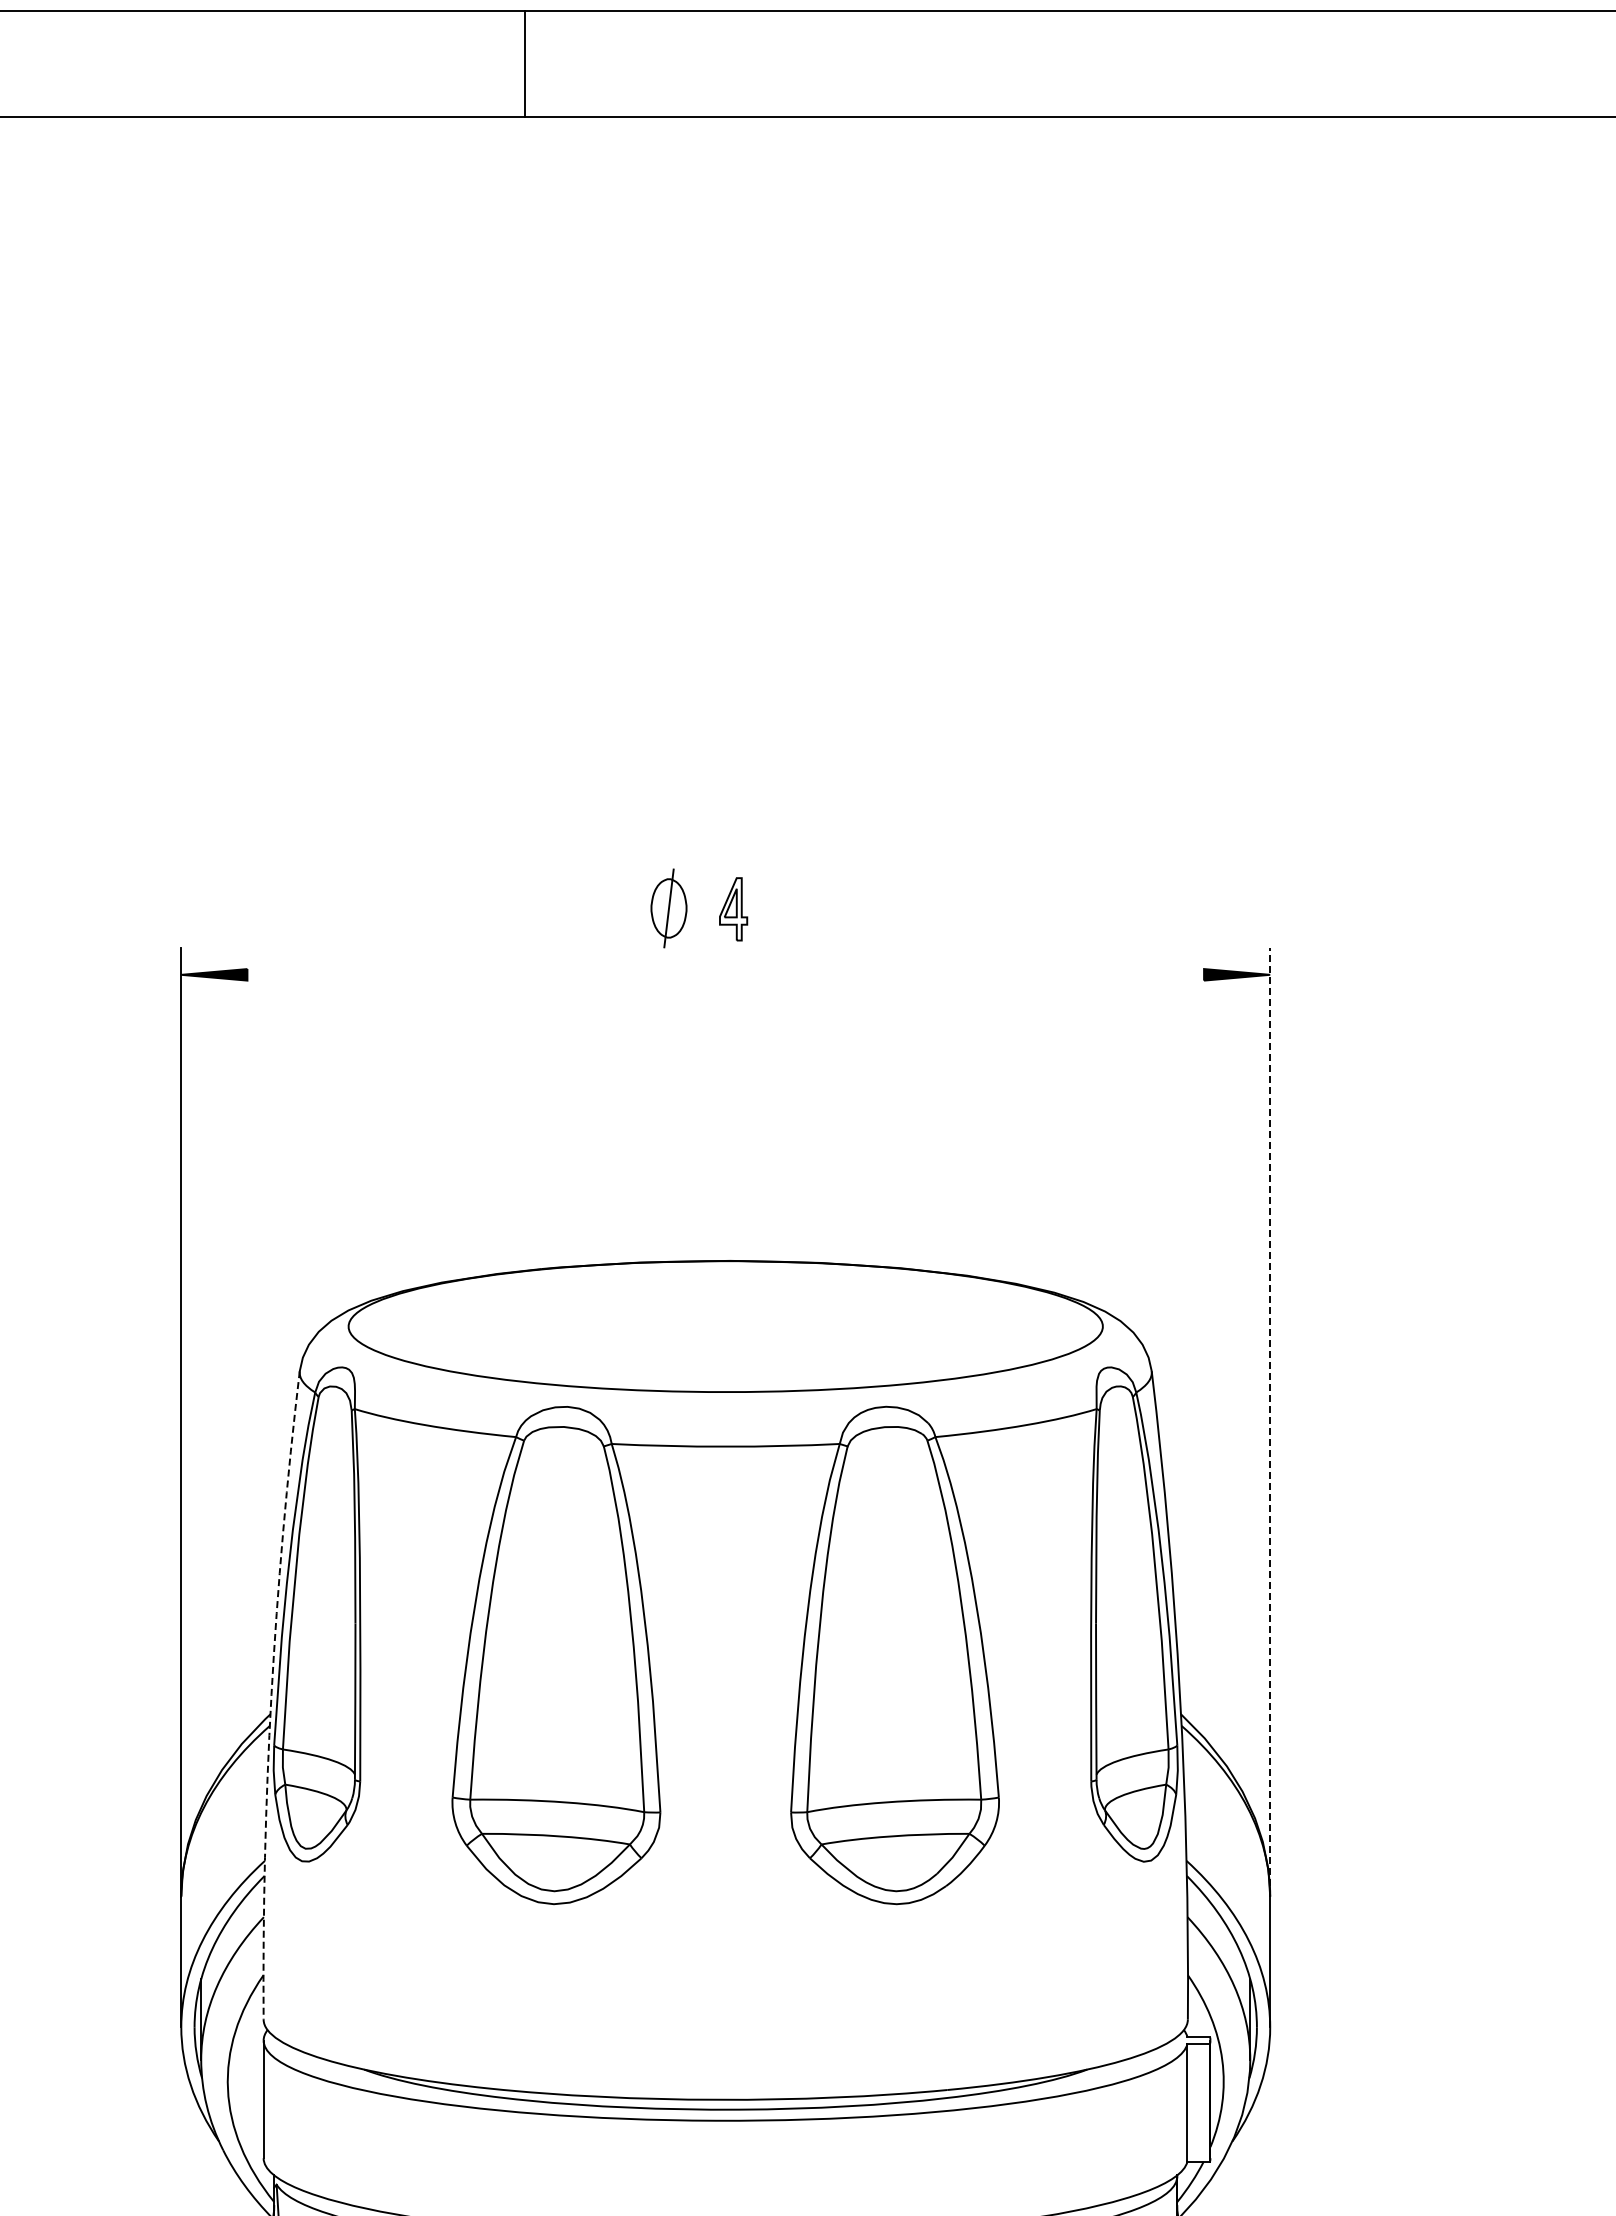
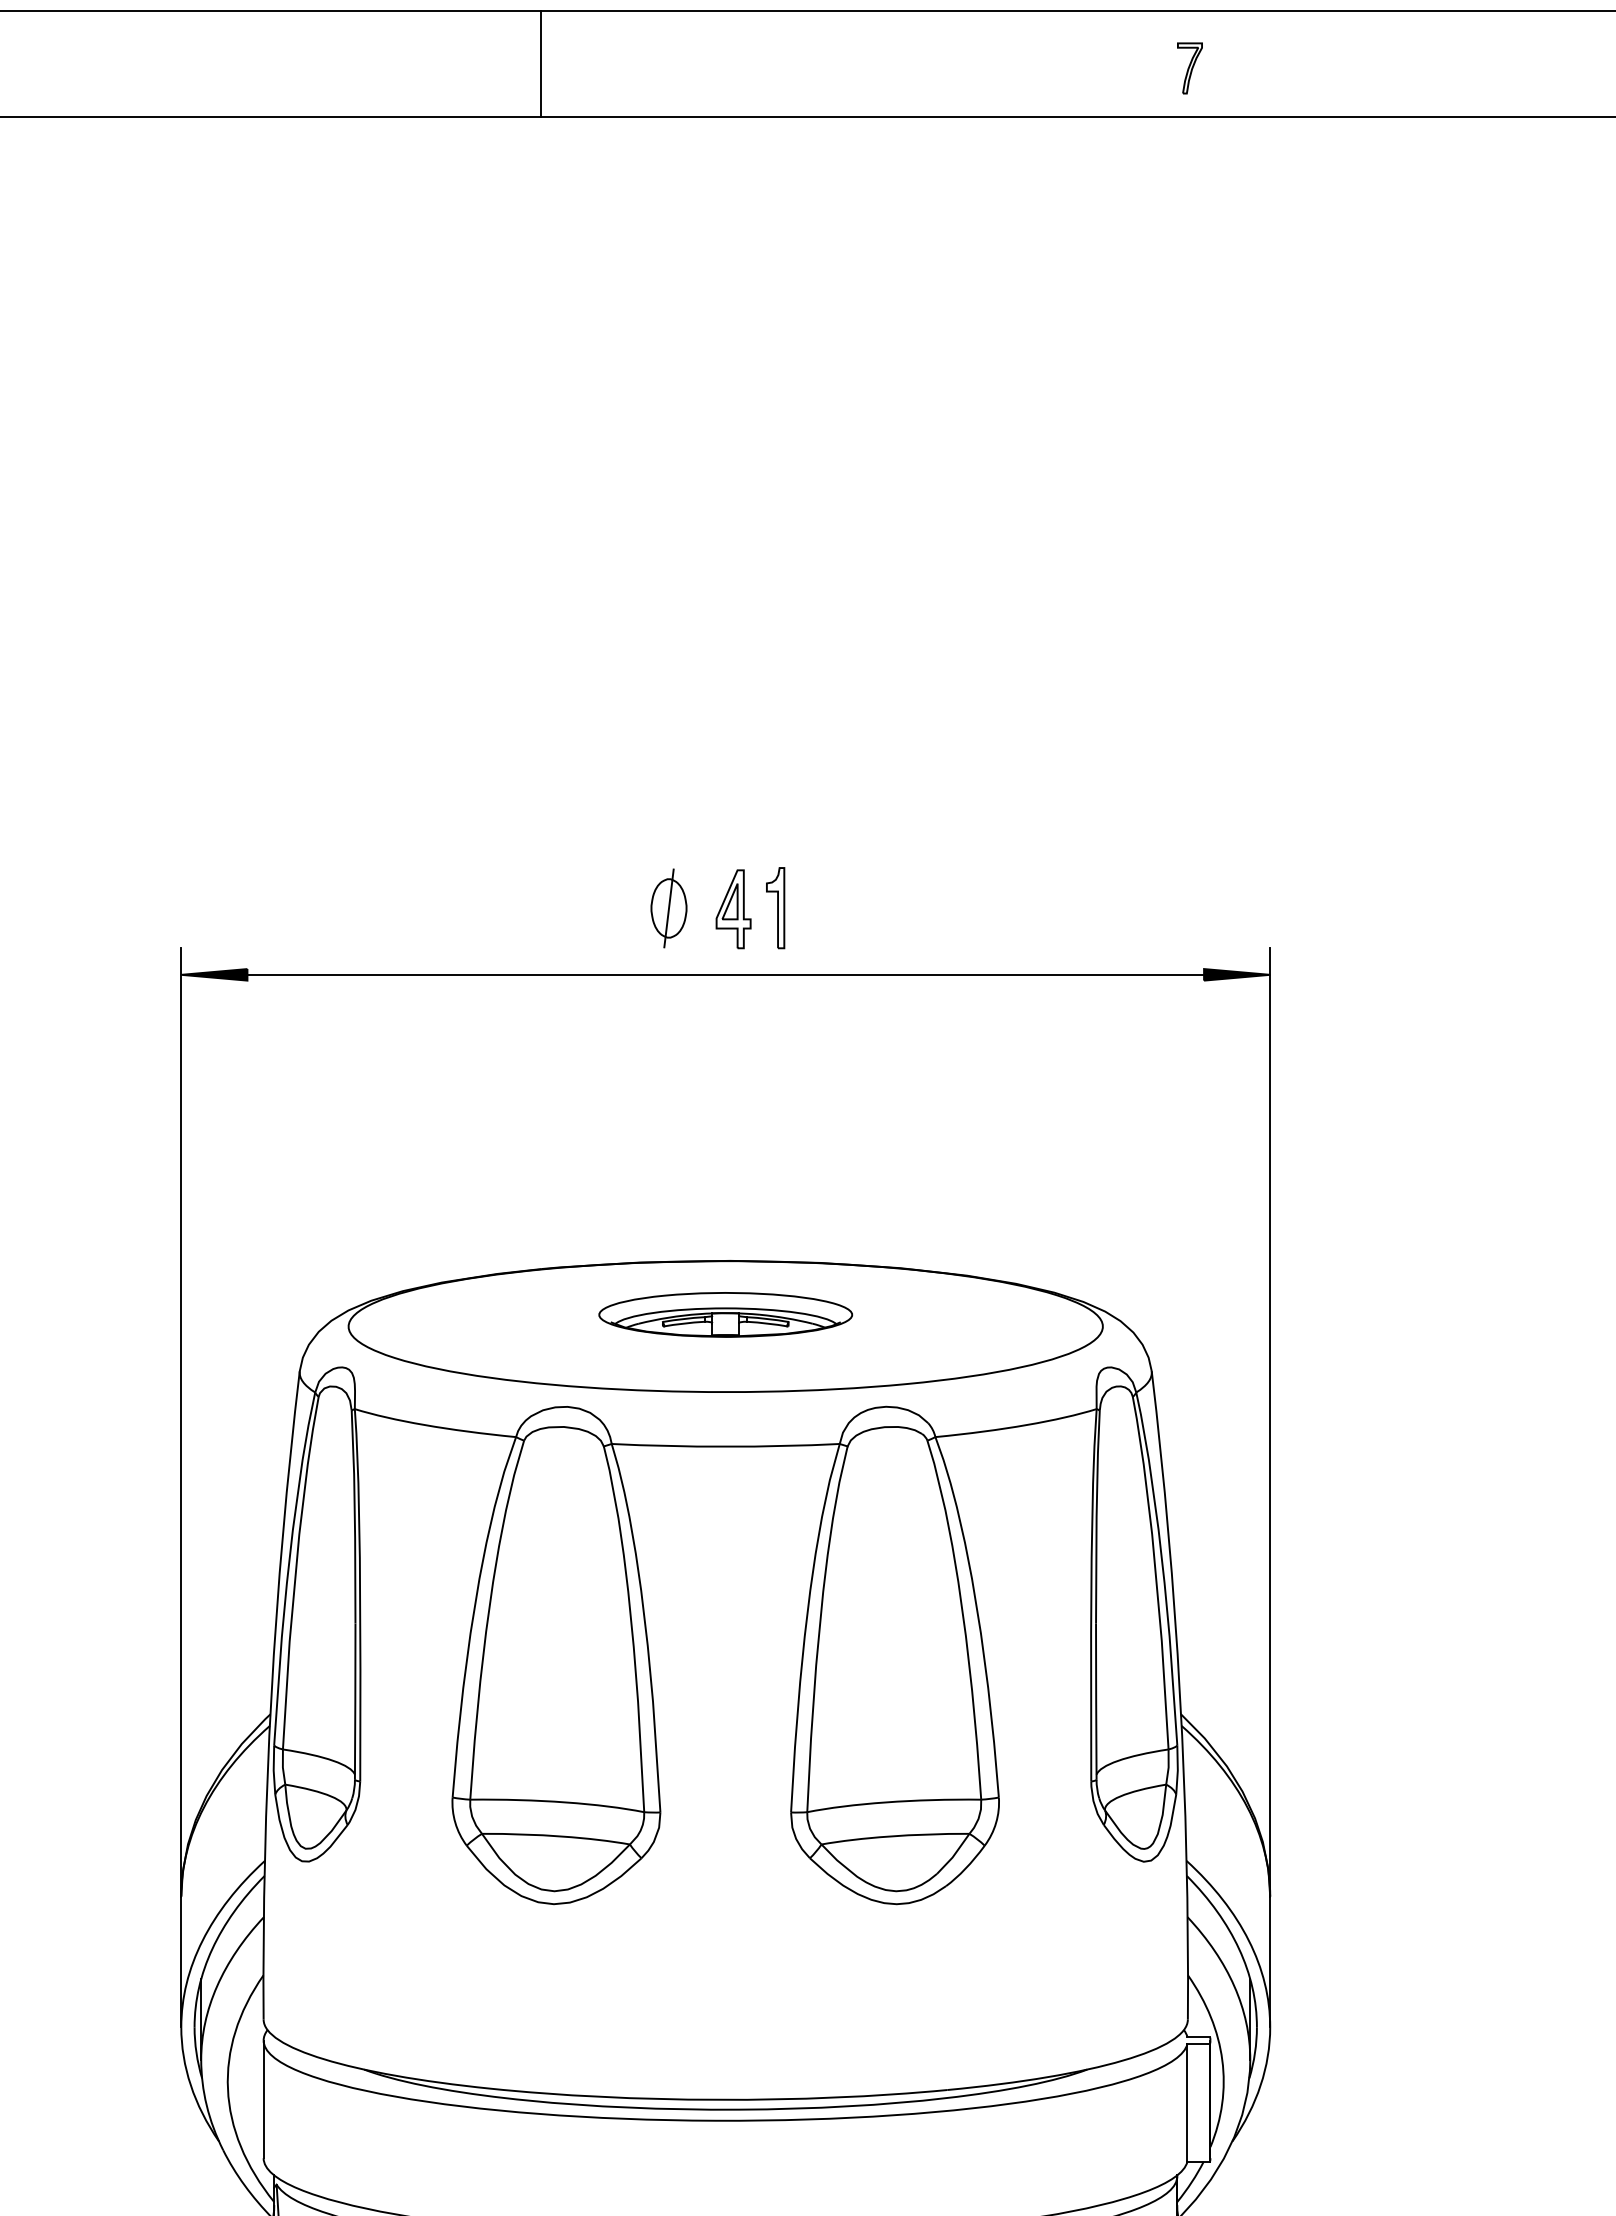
line at (525, 63) position: (525, 63) -> (541, 63)
part at (1189, 68): none -> present
part at (775, 908): none -> present
part at (733, 909) size: 30x65 px -> 37x81 px
line at (725, 974): none -> present
part at (725, 1314): none -> present
line at (1270, 1421): dashed -> solid
arc at (271, 1694): dashed -> solid
